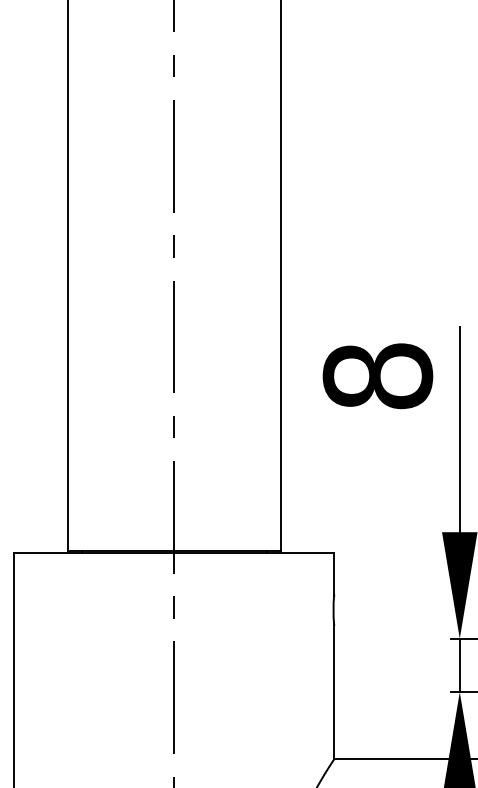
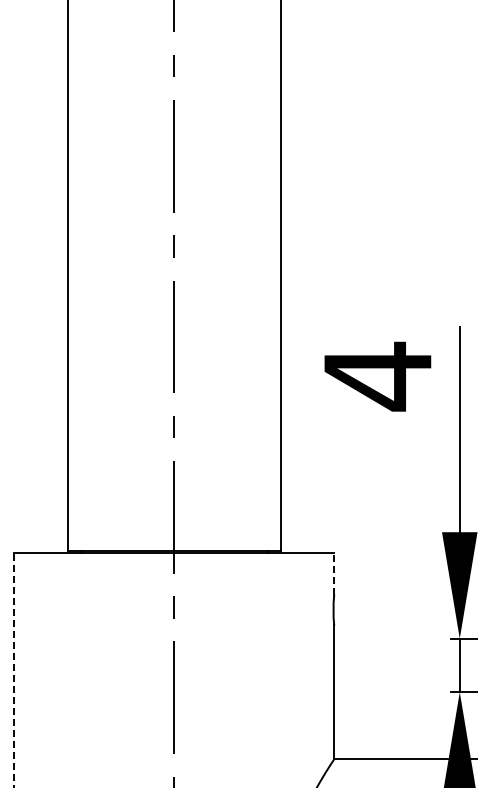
text at (377, 376): 8 -> 4
line at (334, 574): solid -> dashed
line at (14, 669): solid -> dashed
